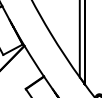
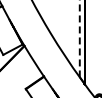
line at (79, 38): solid -> dashed
